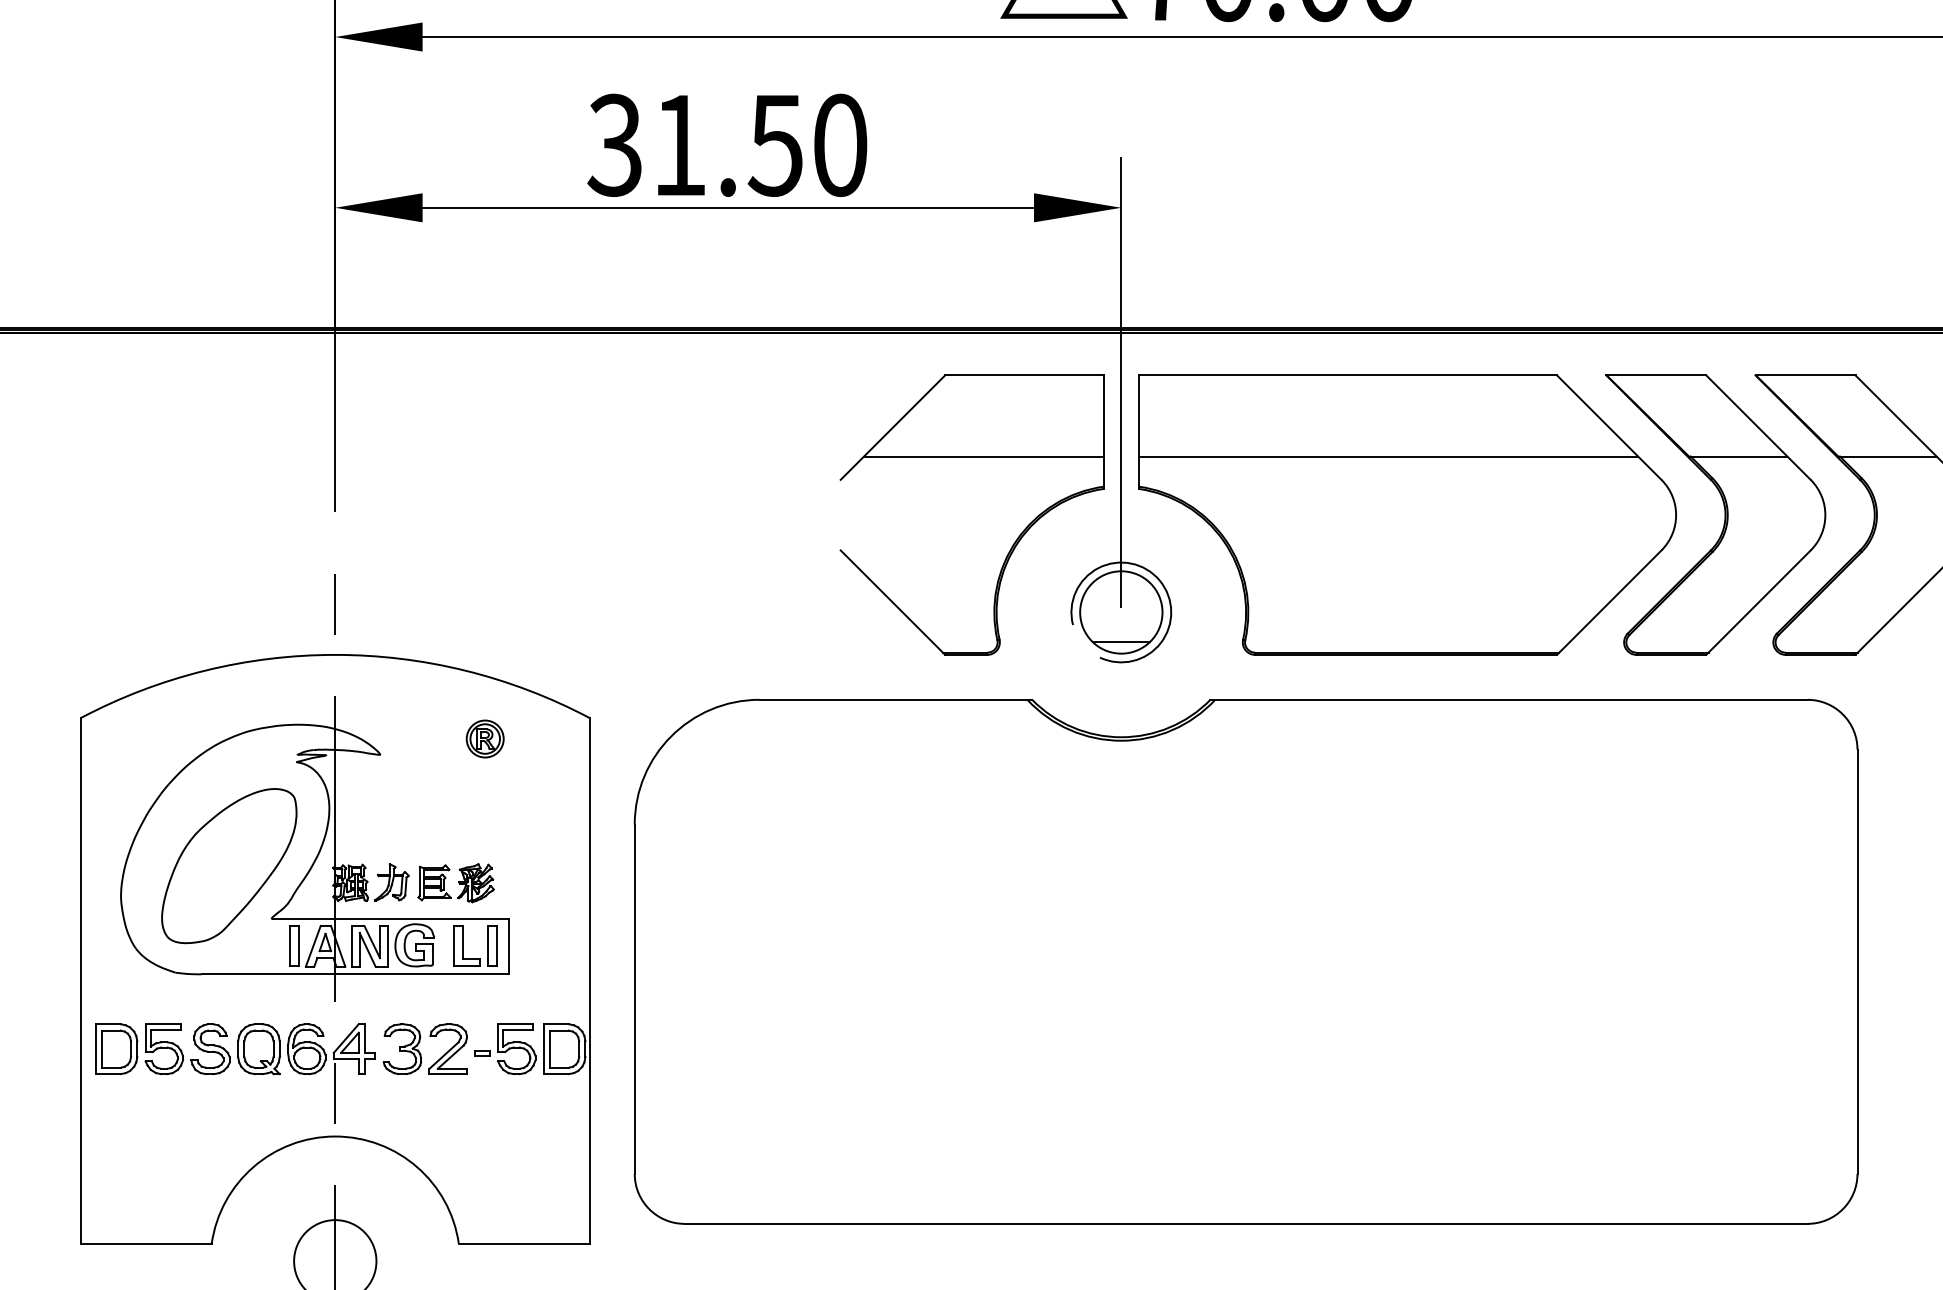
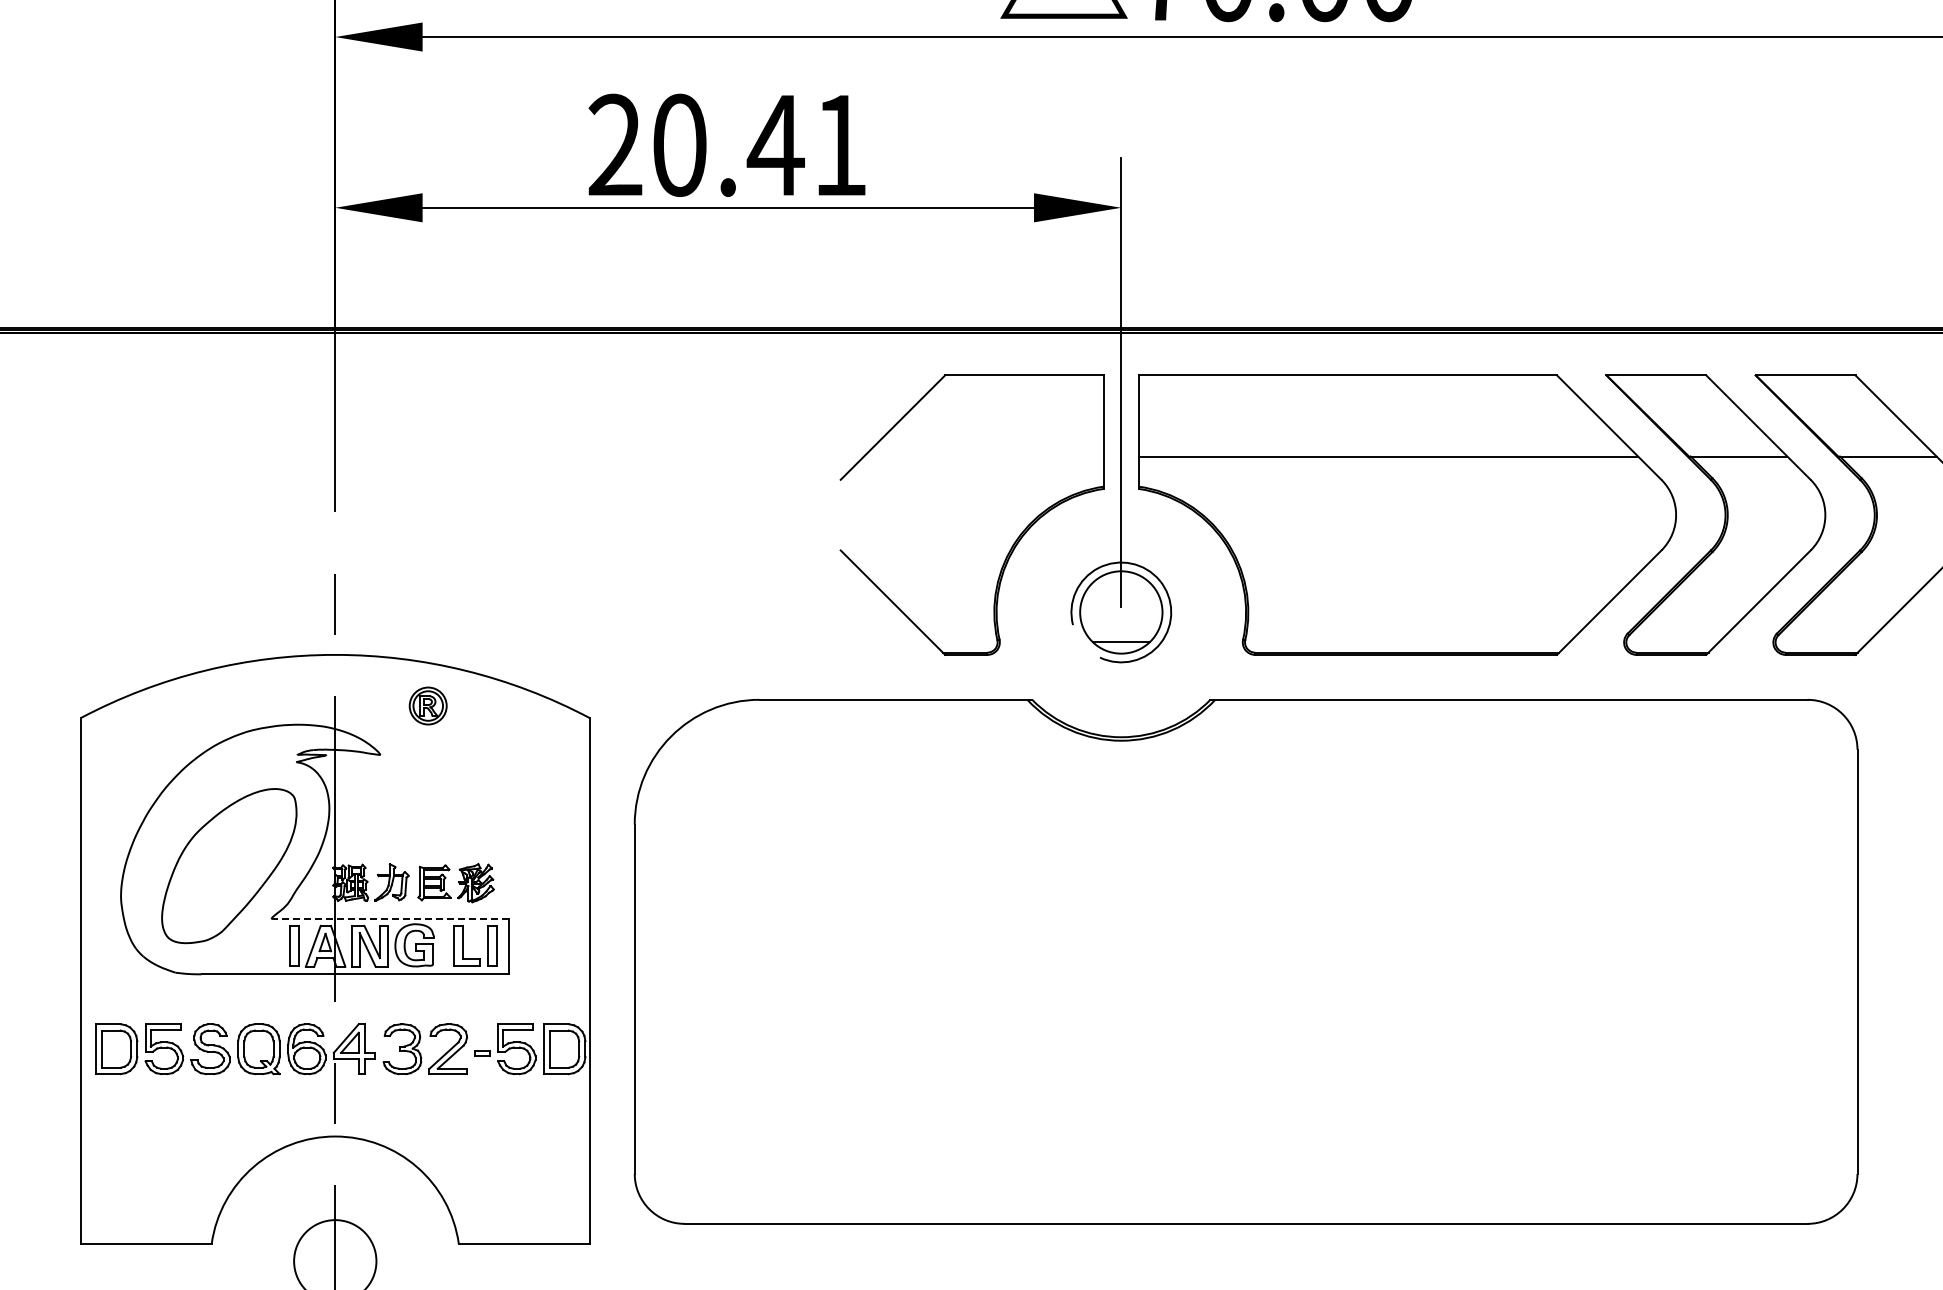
text at (727, 144): 31.50 -> 20.41
line at (983, 456): present -> none
part at (484, 738) position: (484, 738) -> (427, 705)
line at (390, 919): solid -> dashed
